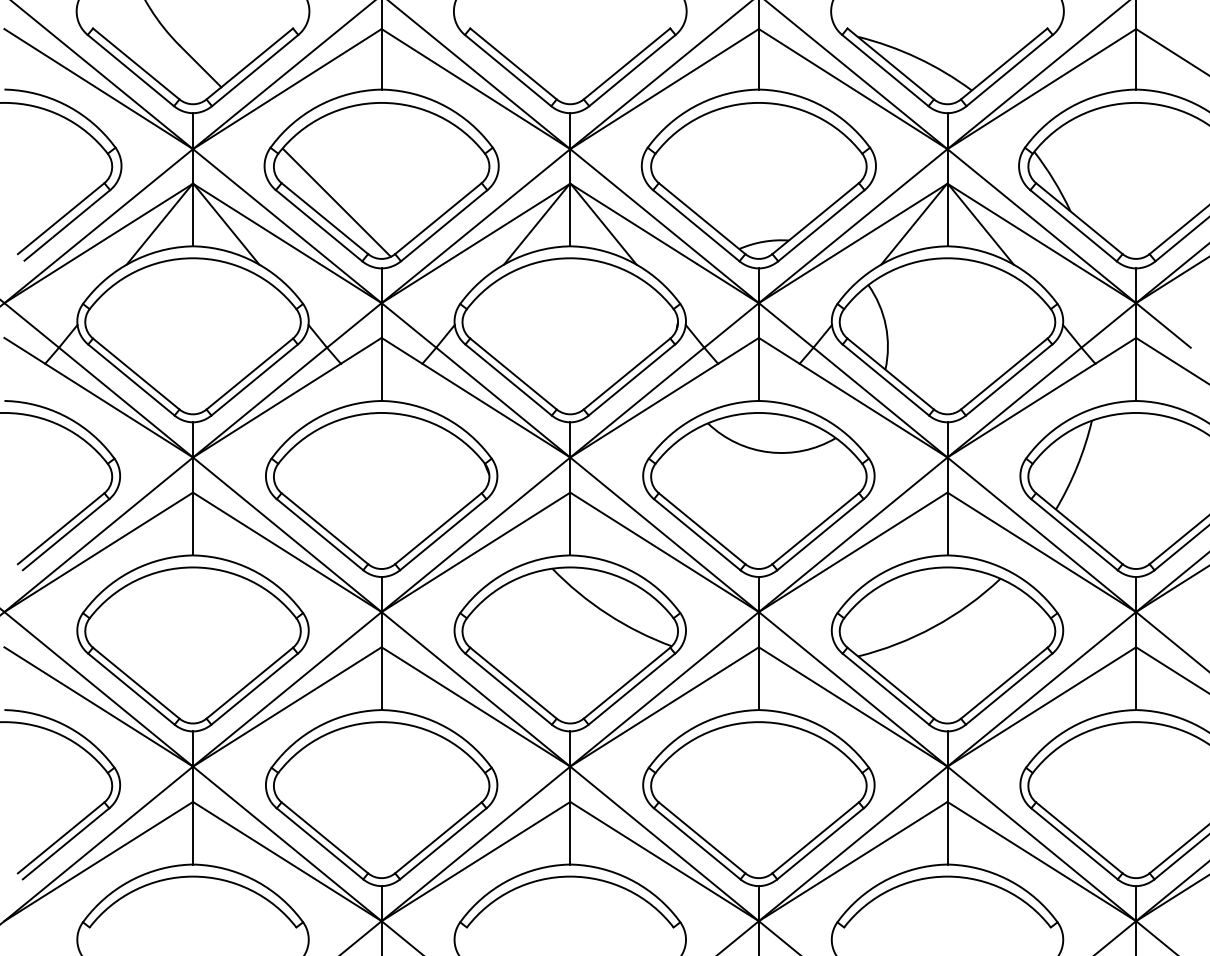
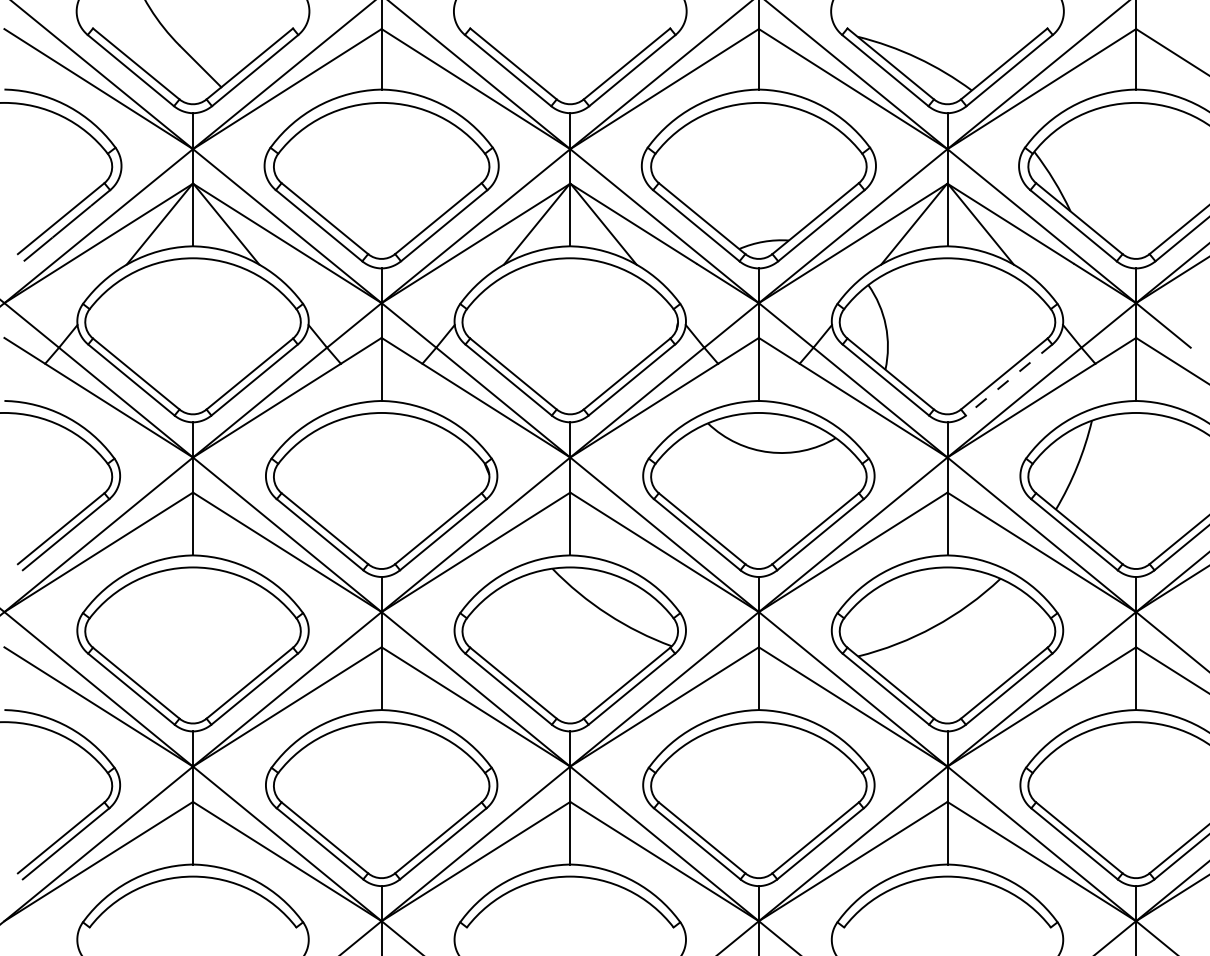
line at (336, 202): present -> none
line at (1009, 380): solid -> dashed
